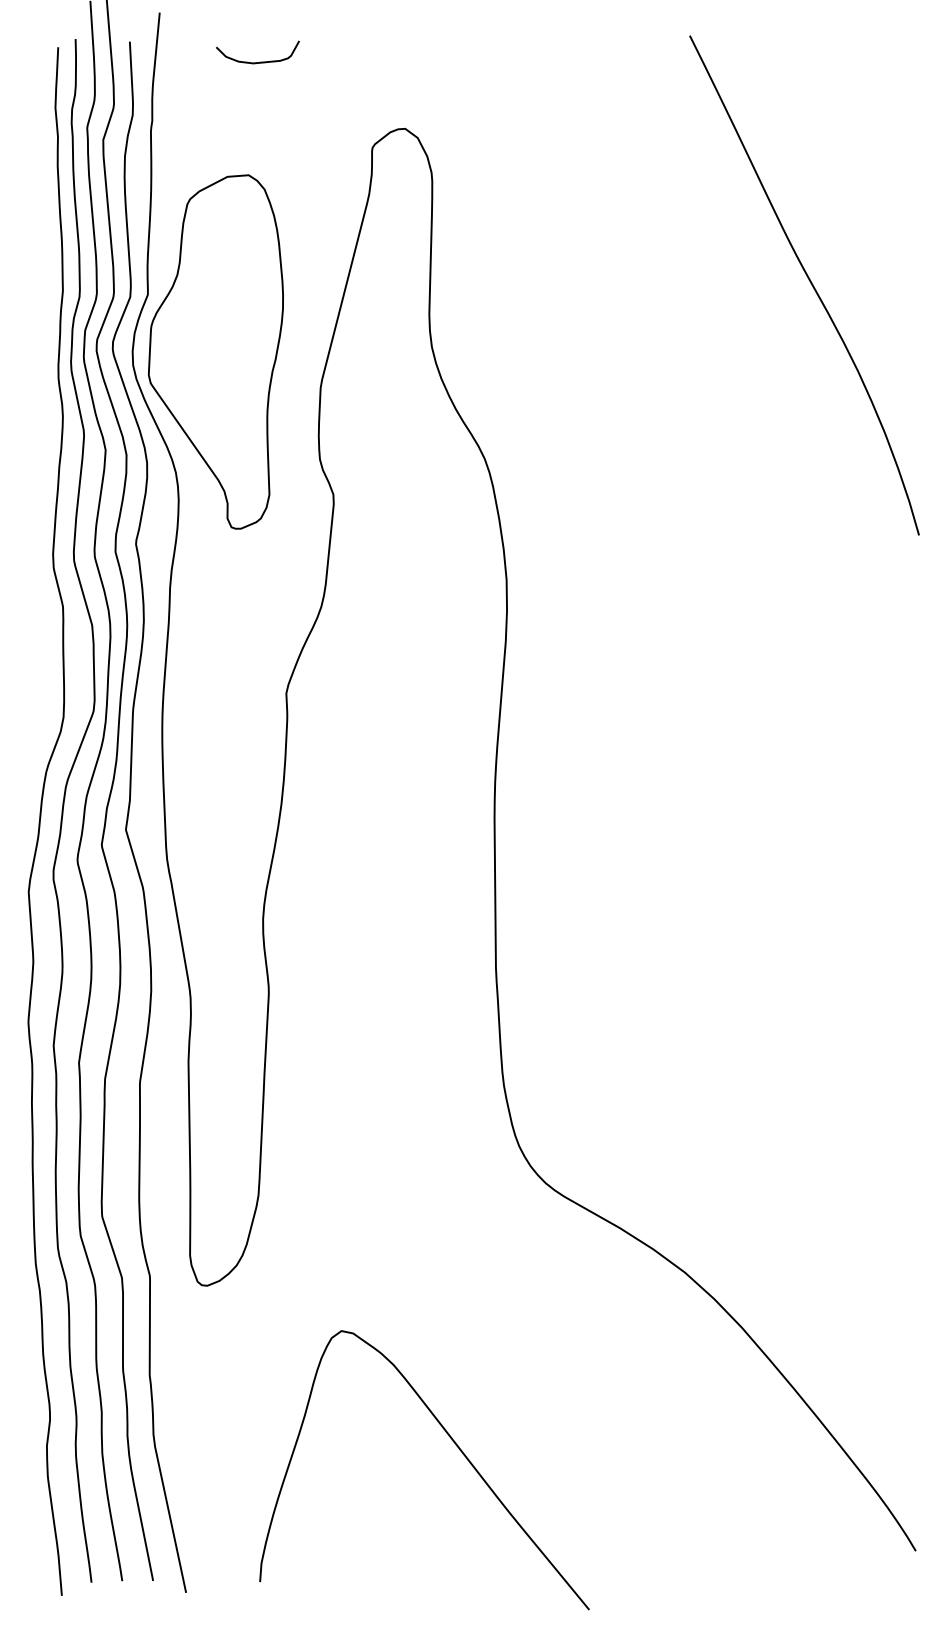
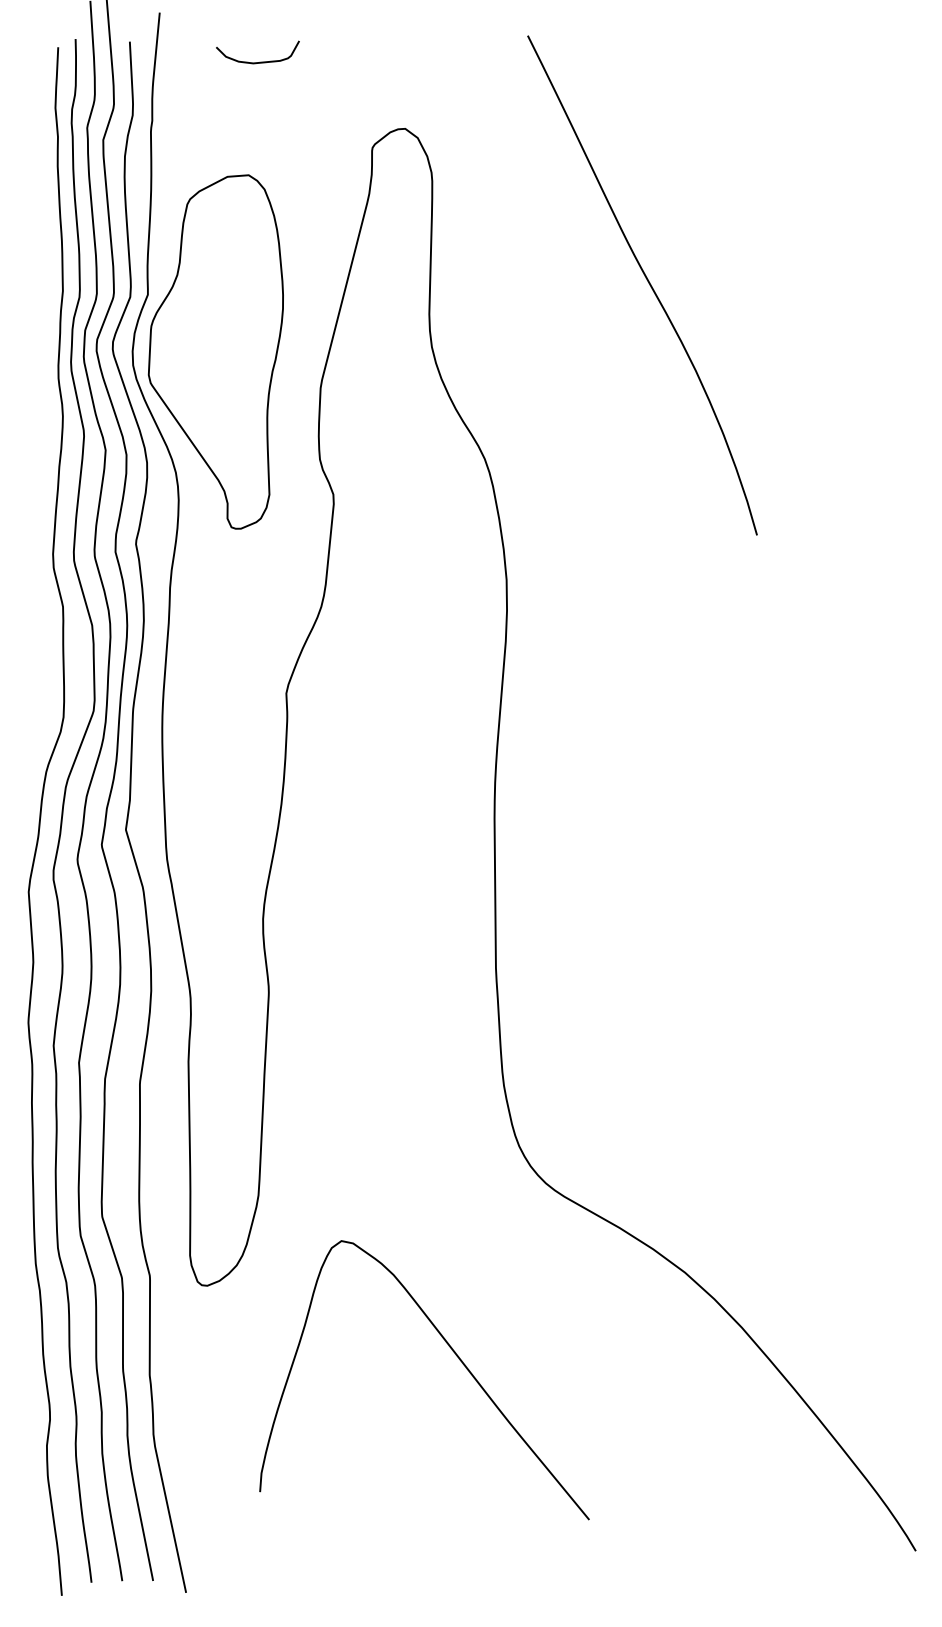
curve at (810, 283) position: (810, 283) -> (648, 283)
curve at (455, 1445) position: (455, 1445) -> (455, 1355)
